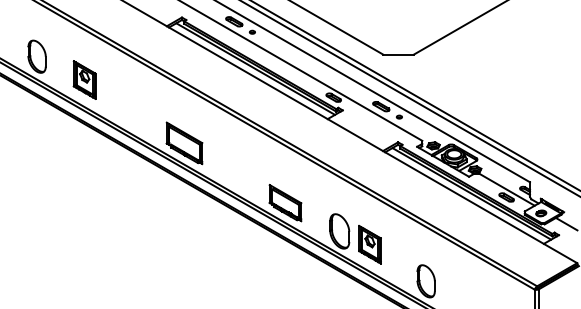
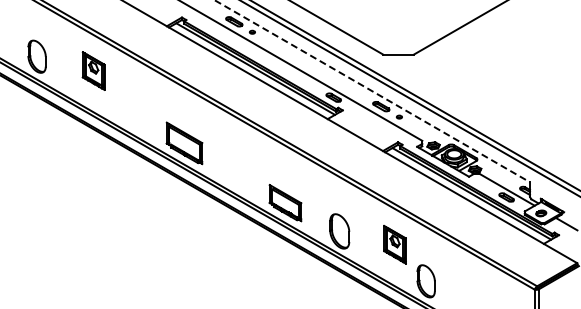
part at (84, 79) position: (84, 79) -> (93, 70)
line at (372, 91): solid -> dashed
part at (369, 244) position: (369, 244) -> (394, 244)
